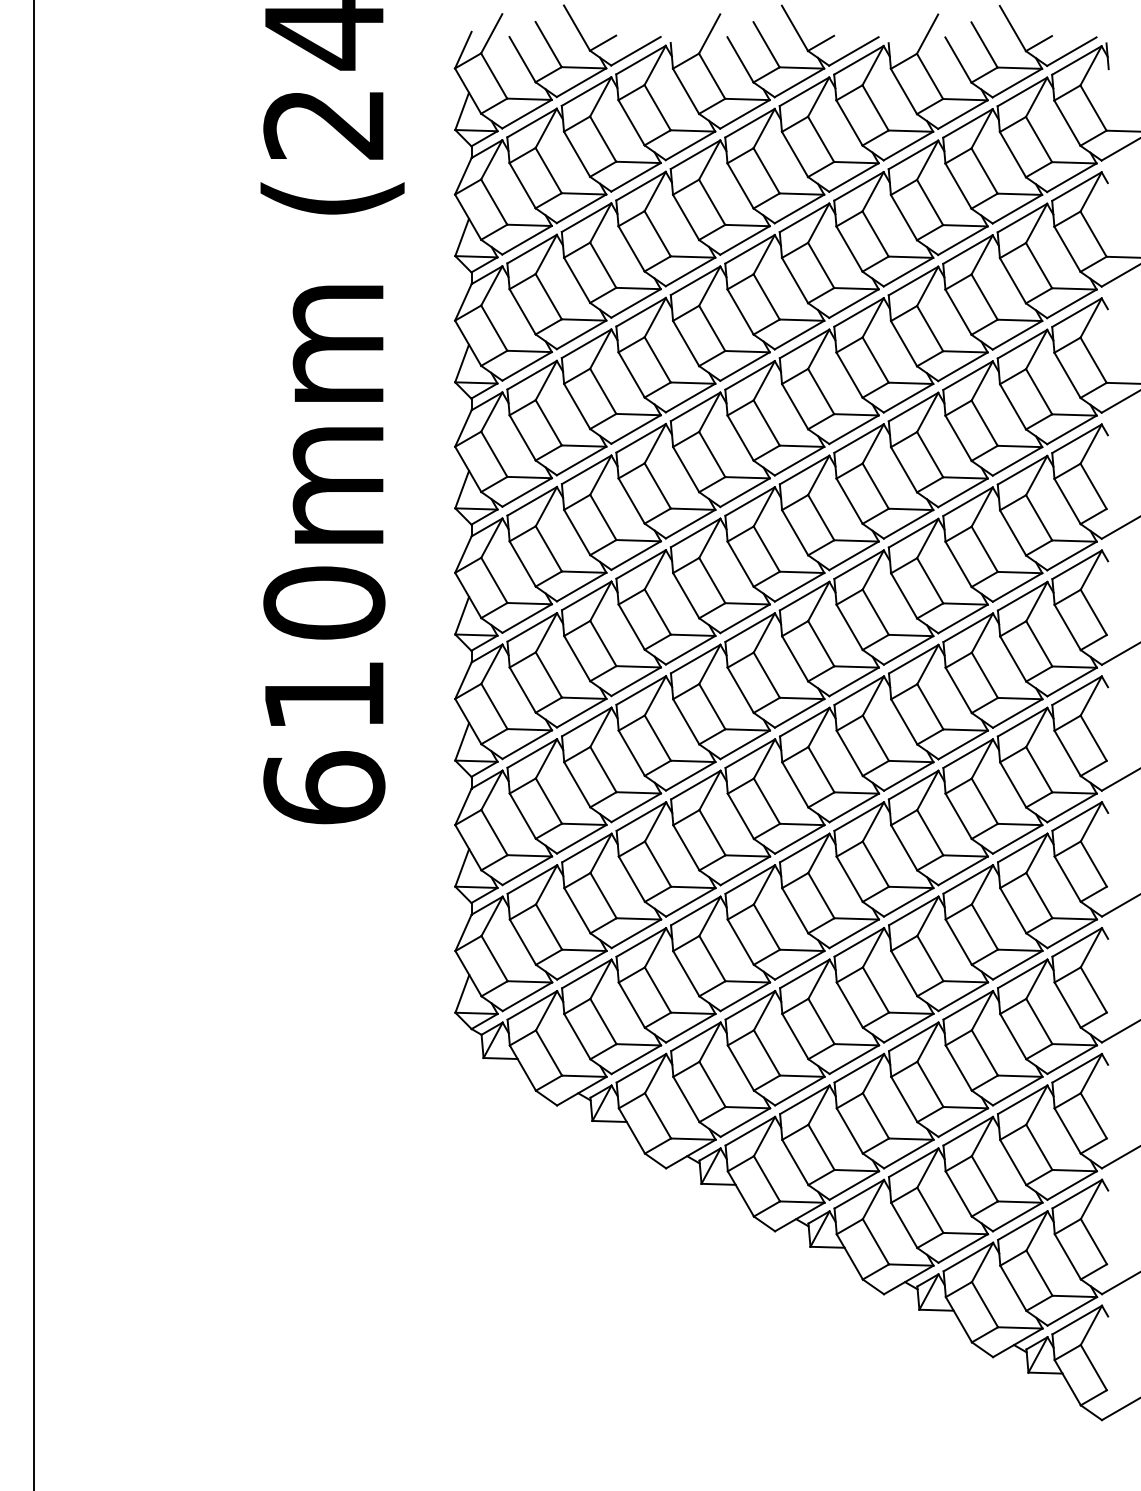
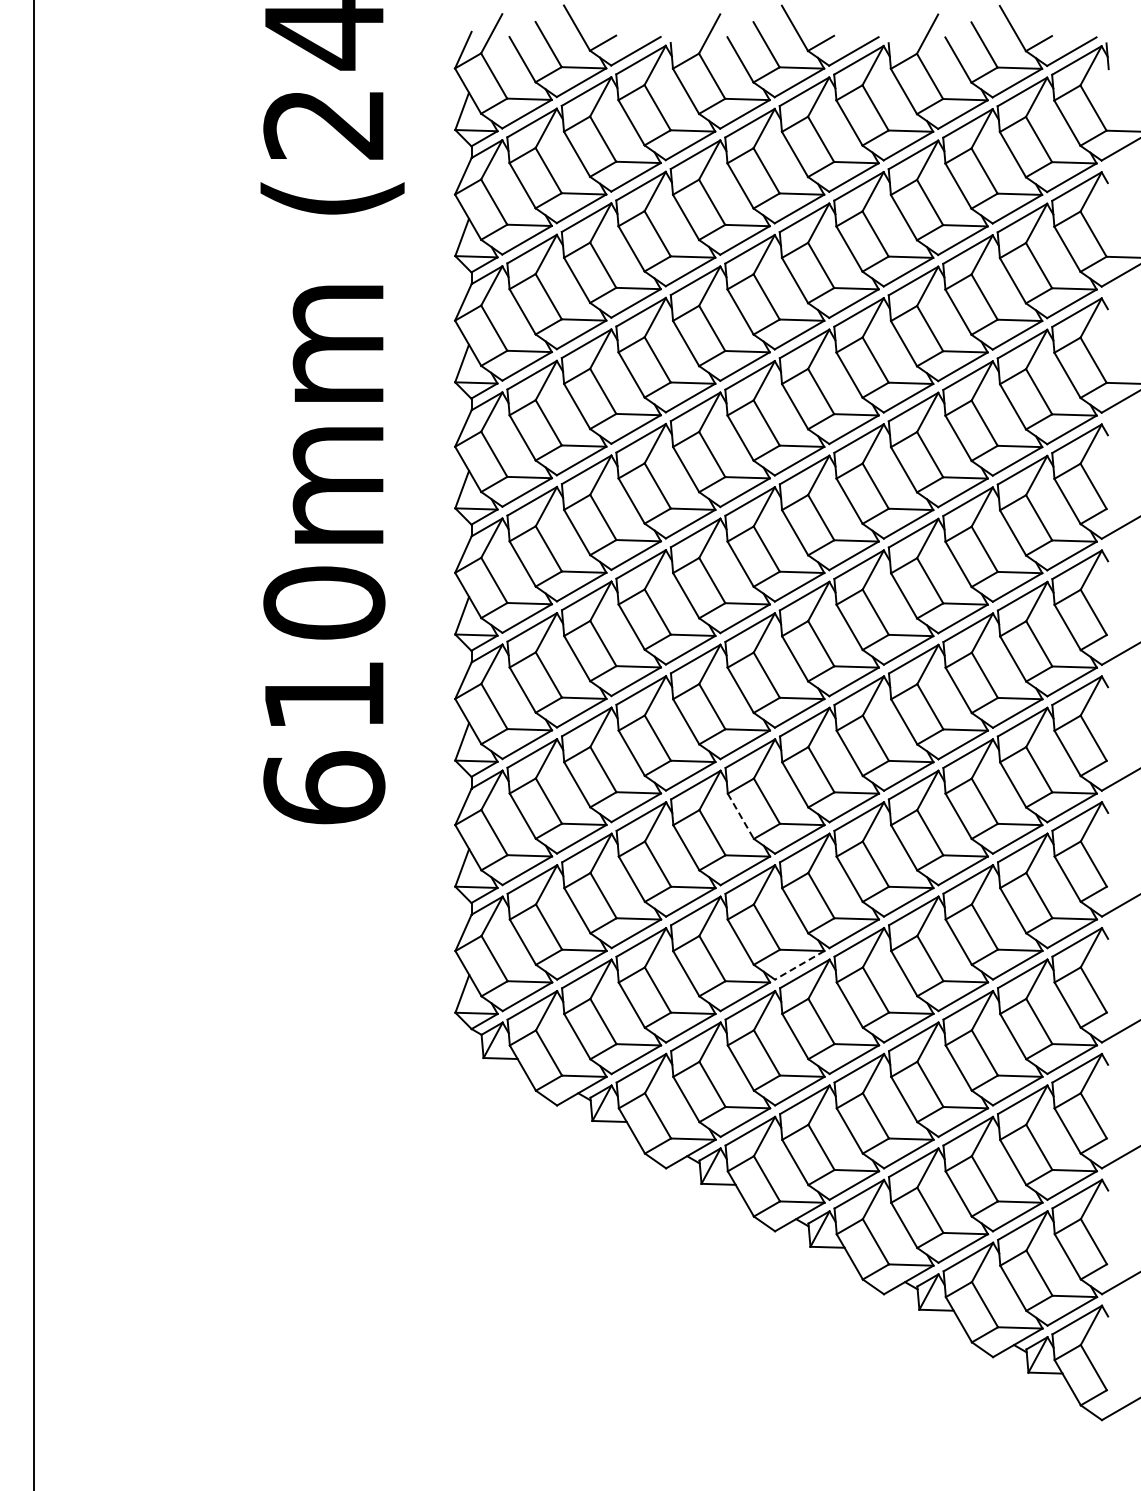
line at (741, 816): solid -> dashed
line at (799, 965): solid -> dashed
